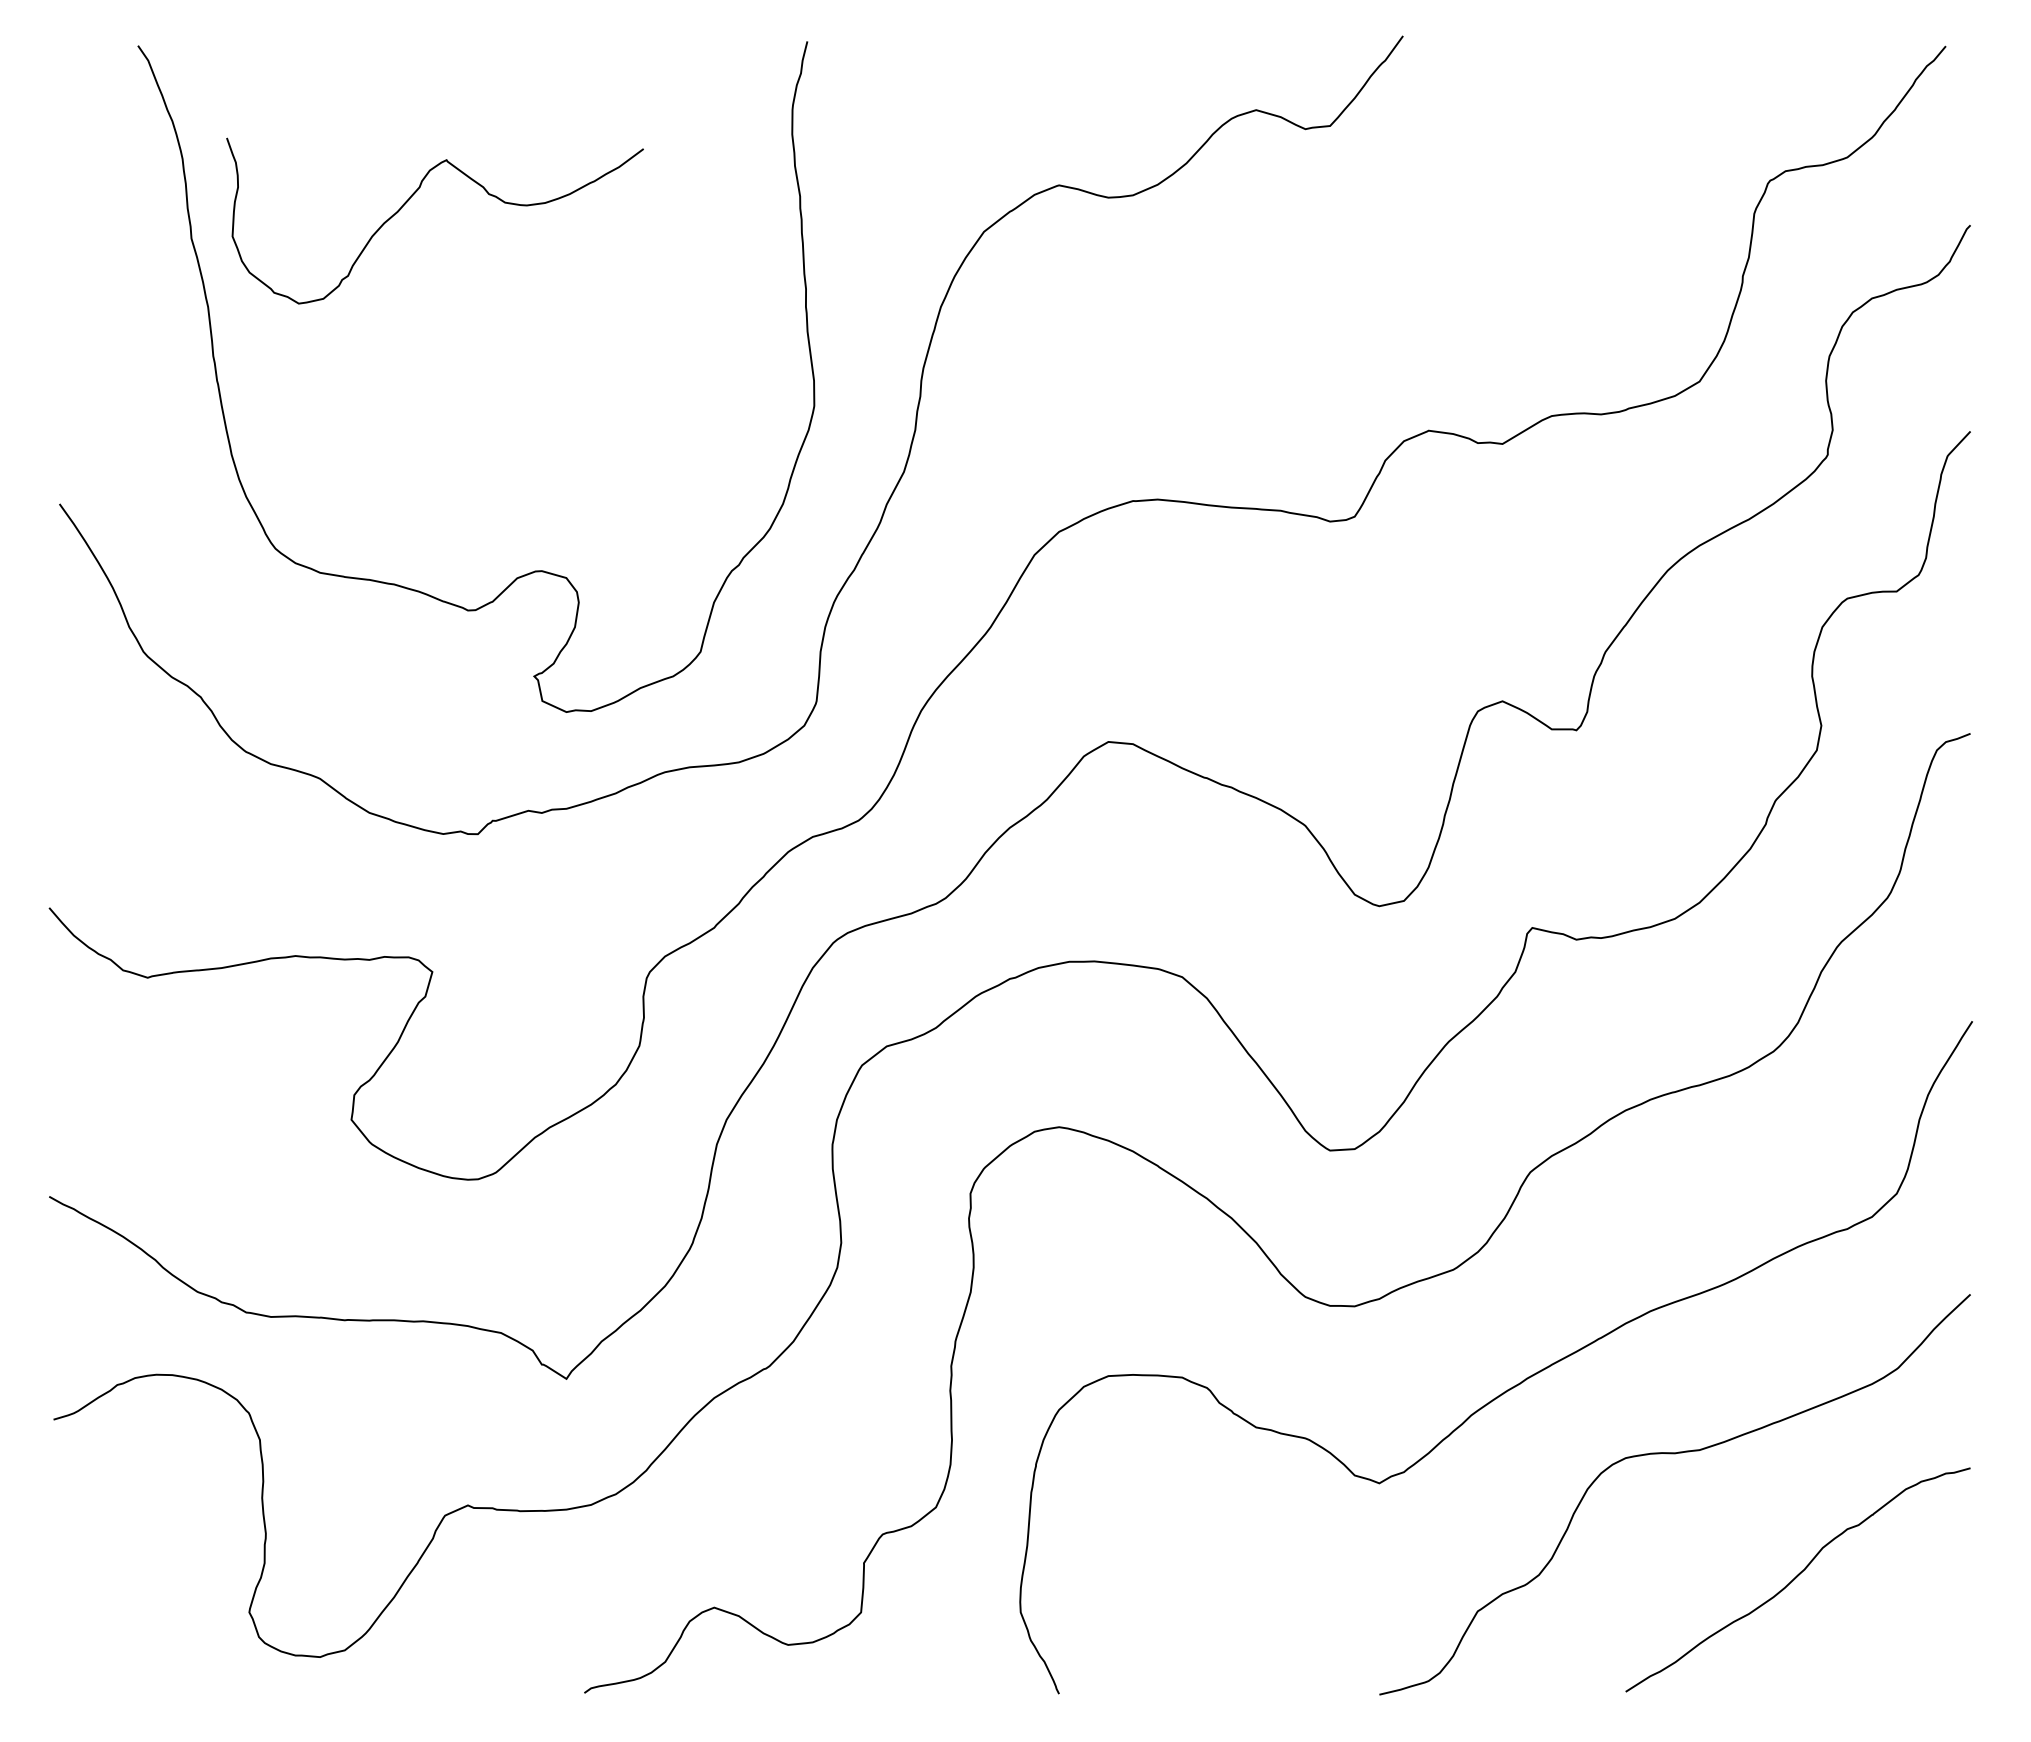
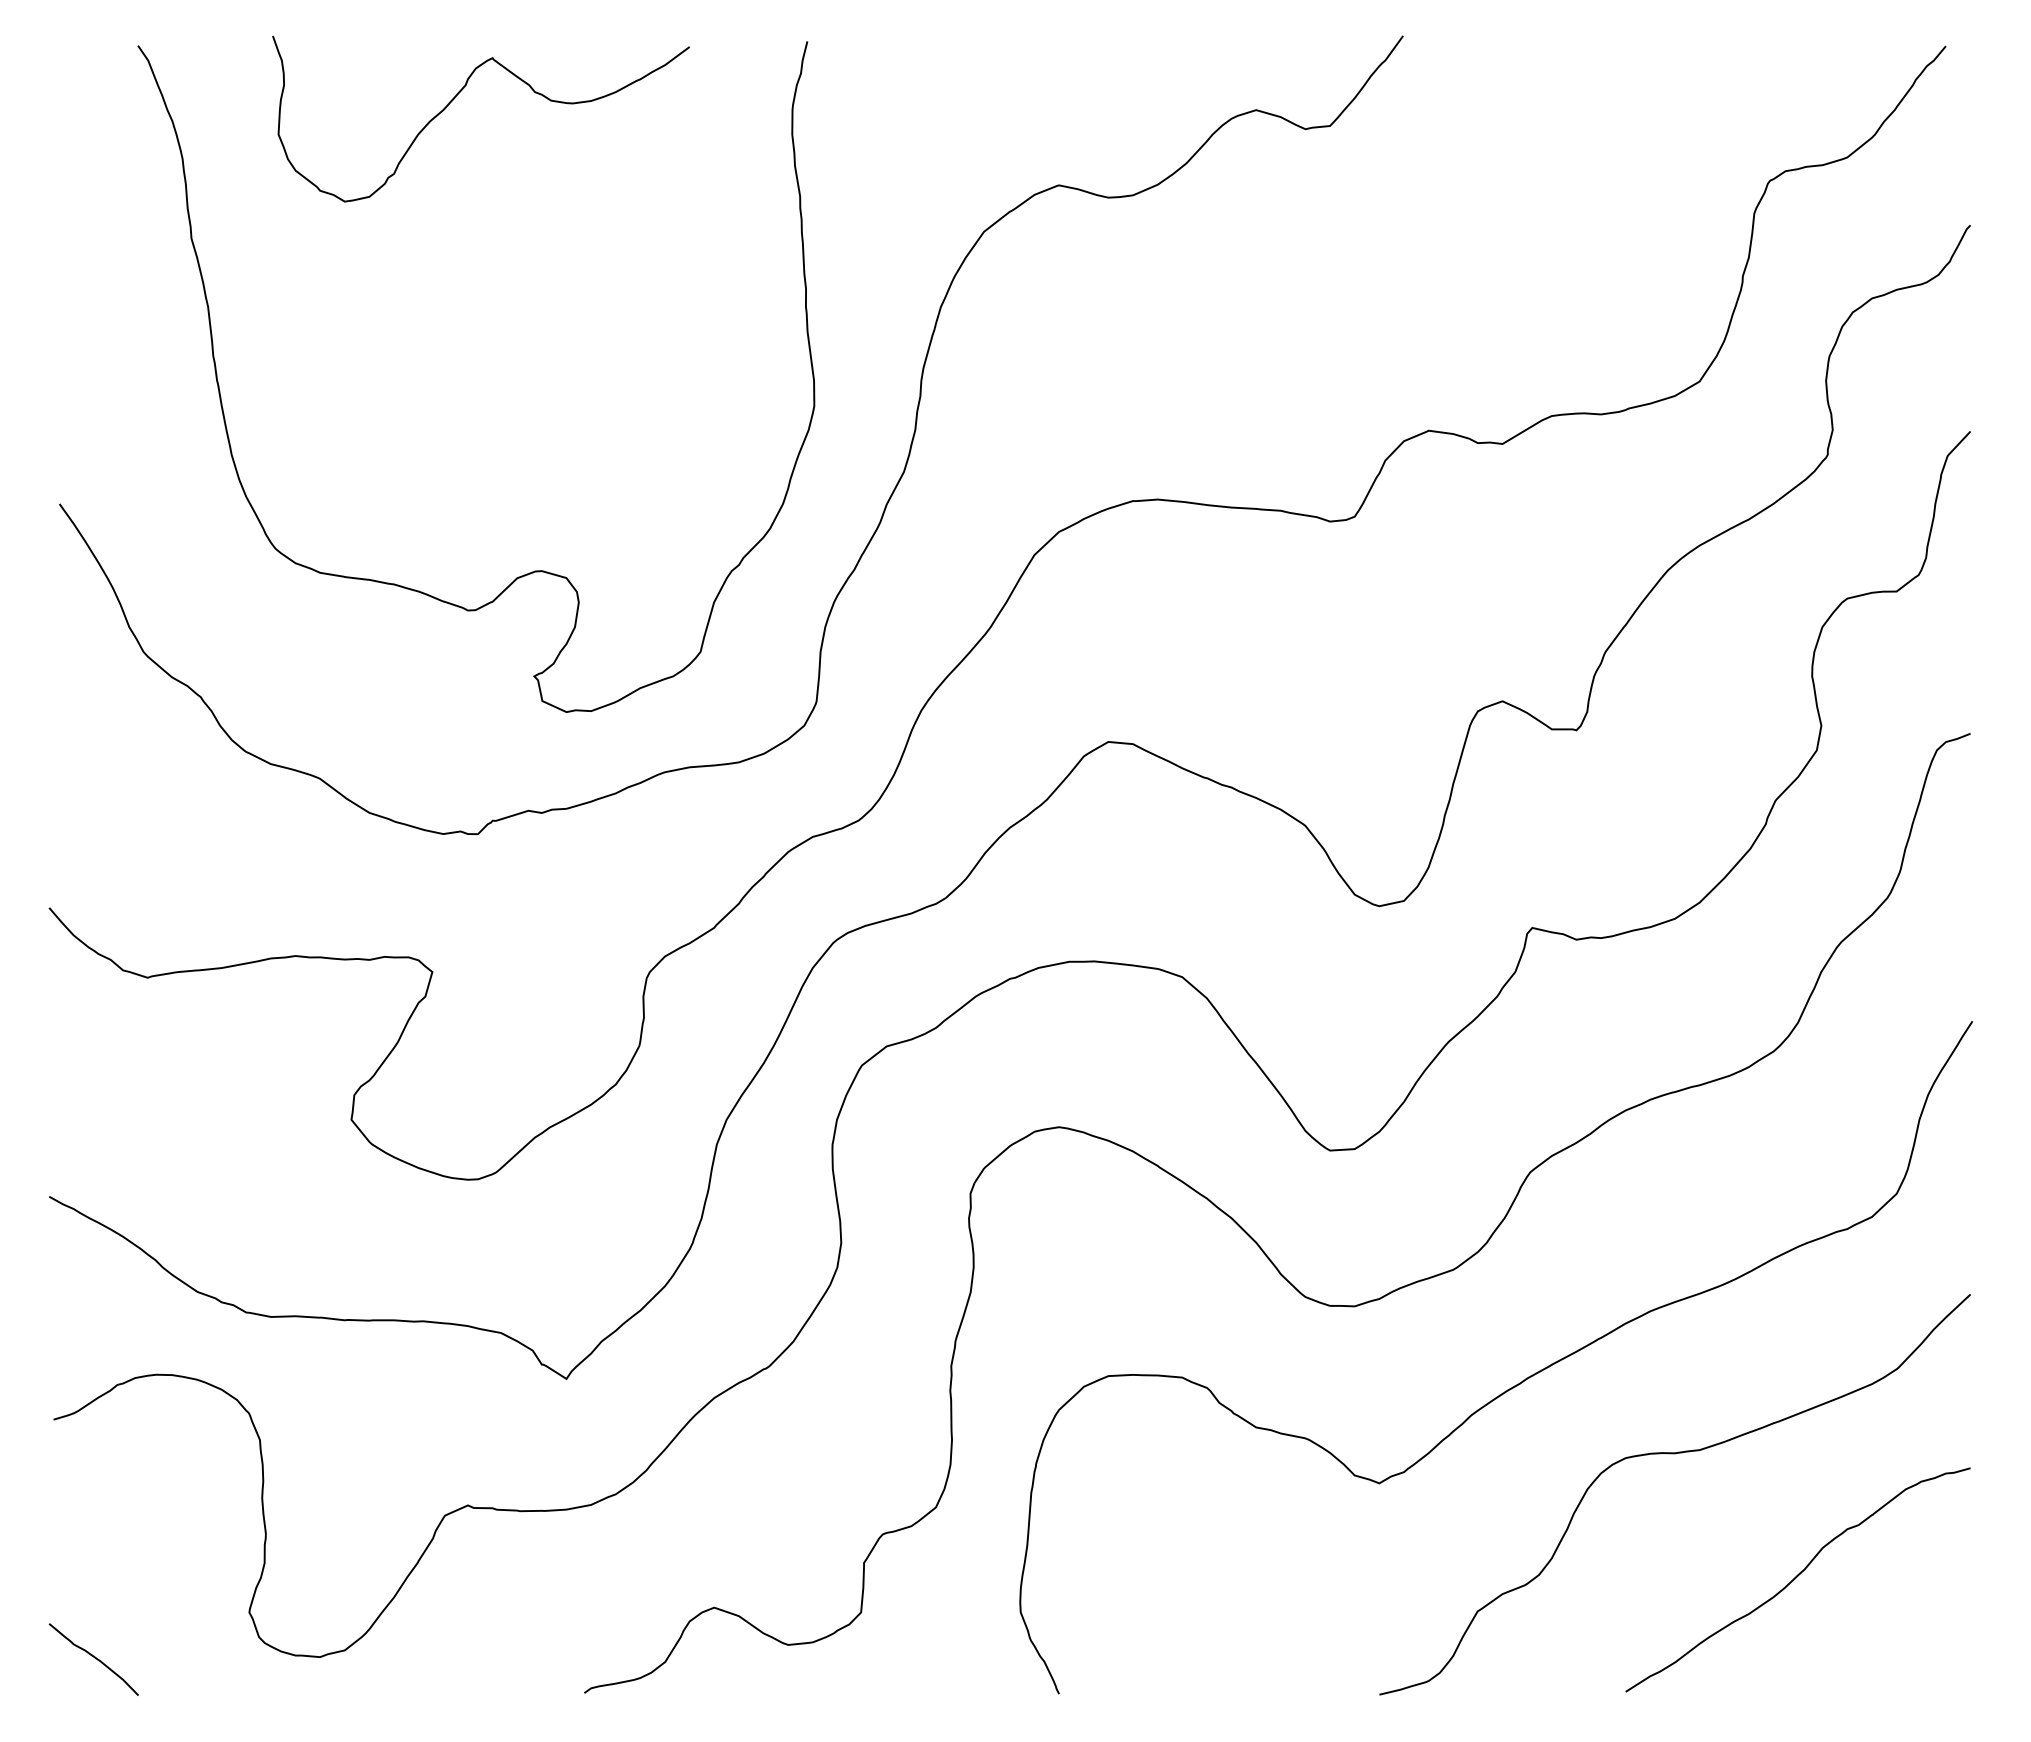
curve at (409, 200) position: (409, 200) -> (455, 98)
curve at (94, 1658): none -> present
